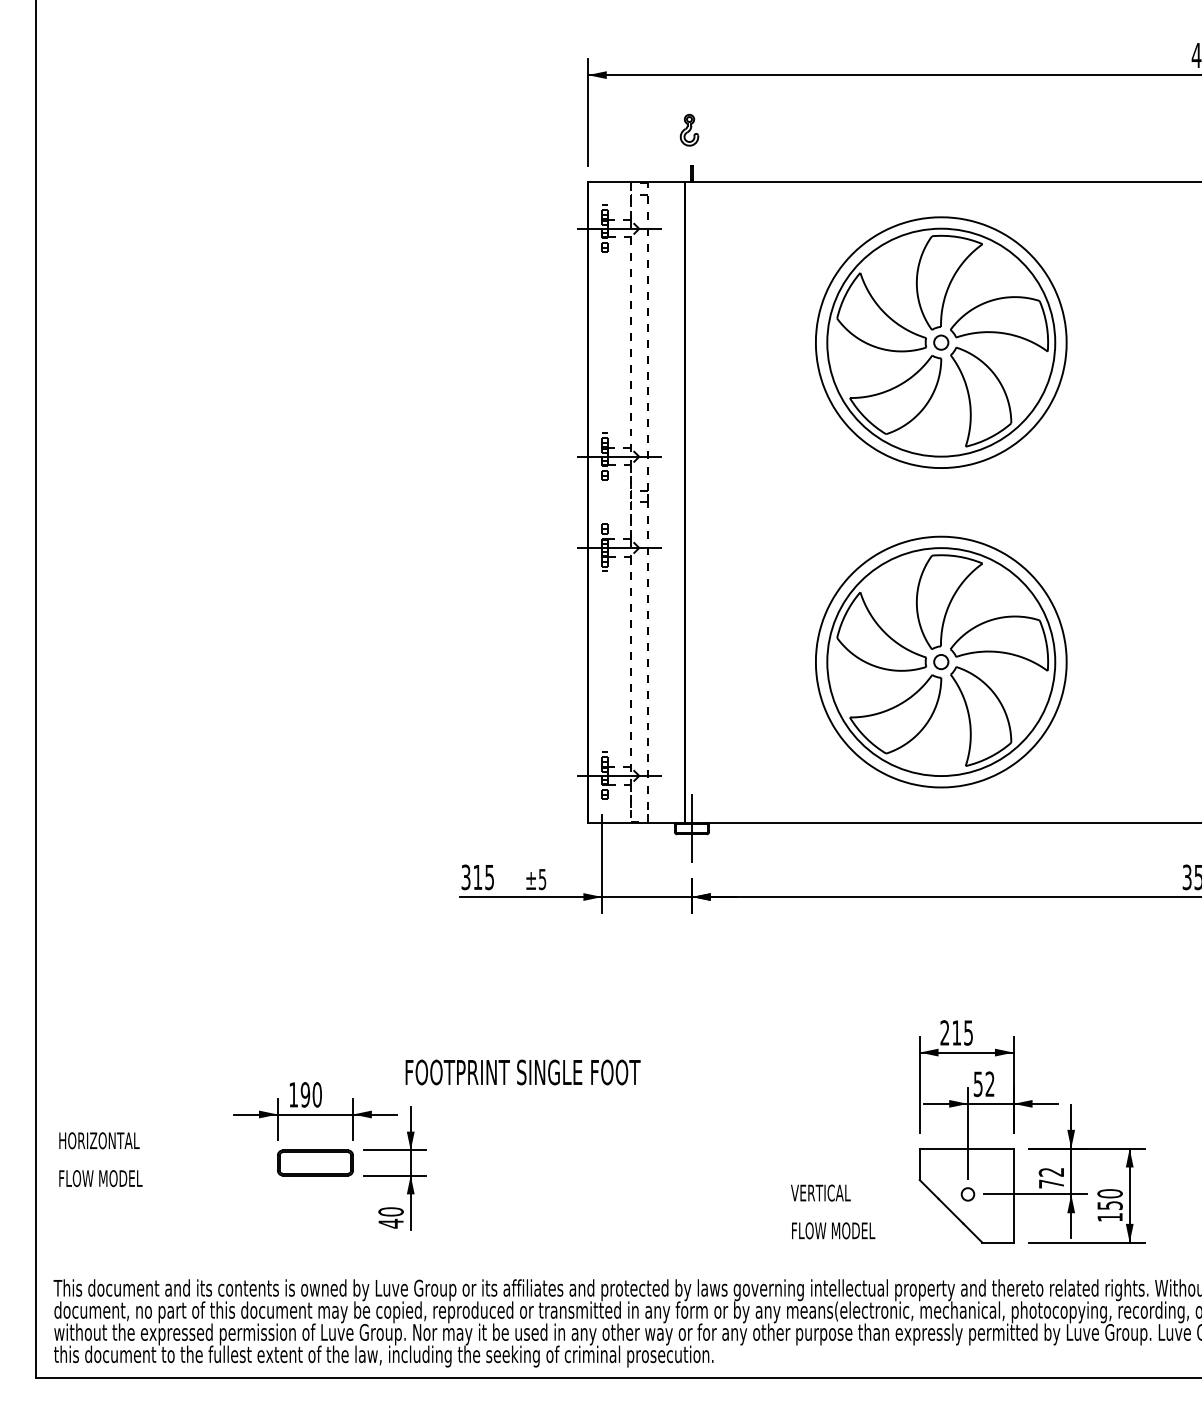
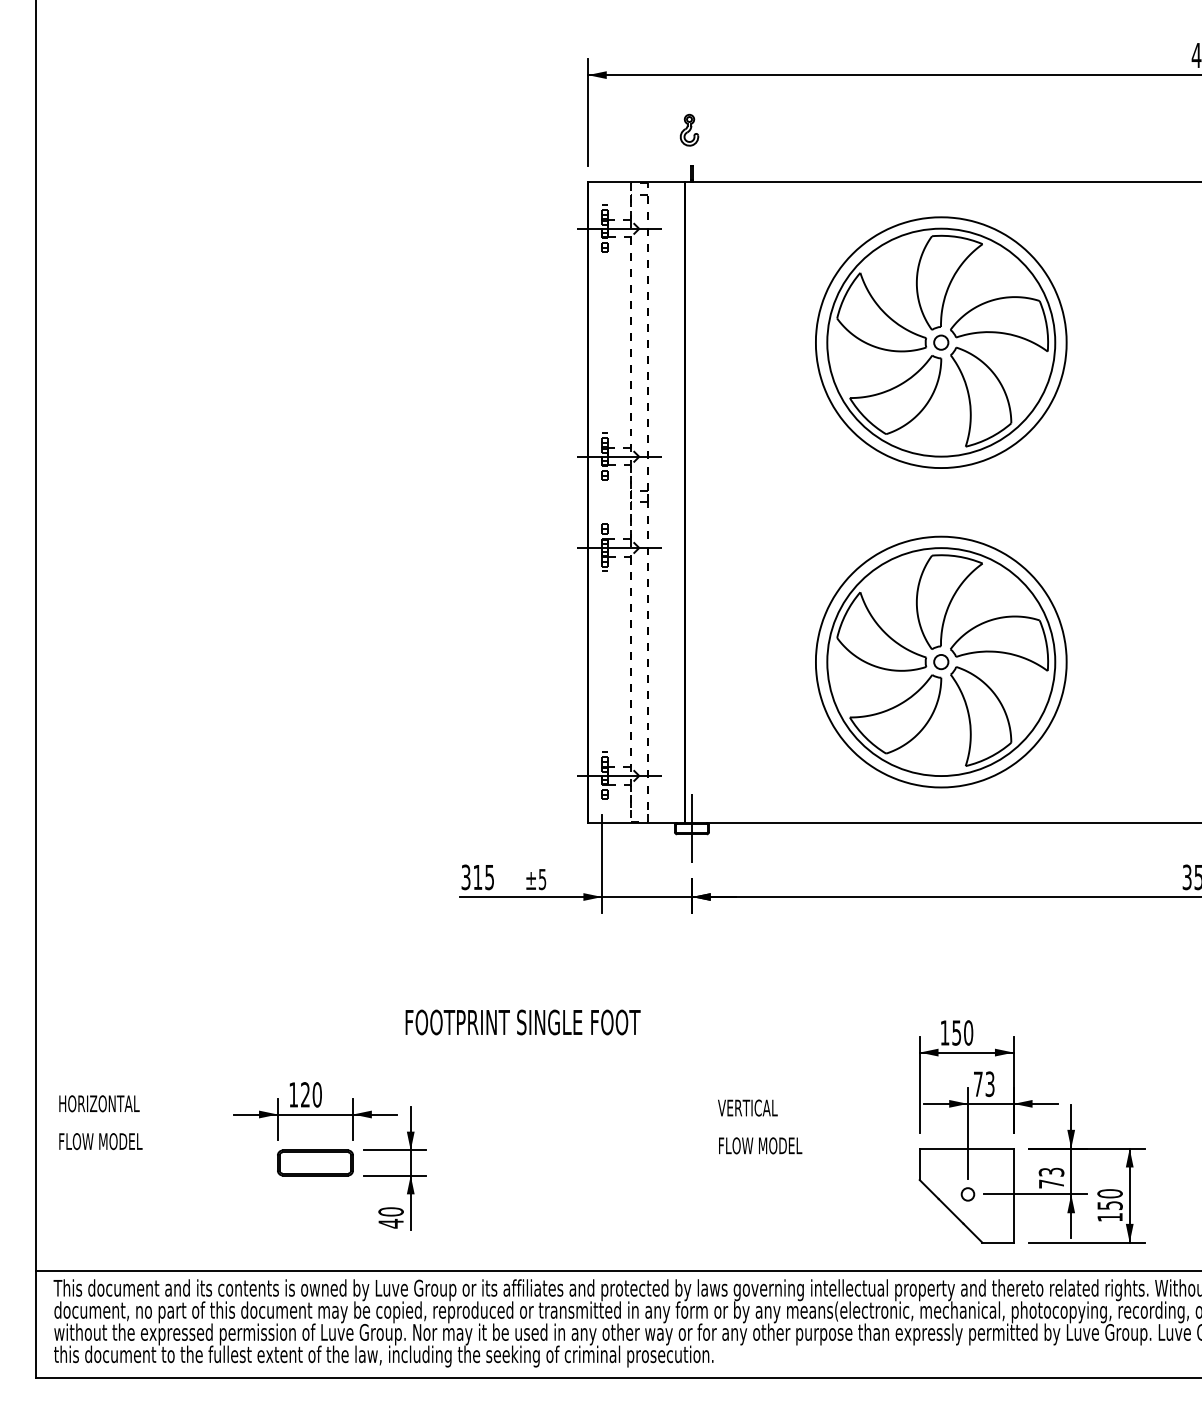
text at (956, 1032): 215 -> 150
text at (522, 1072) position: (522, 1072) -> (522, 1022)
text at (983, 1084): 52 -> 73
text at (305, 1094): 190 -> 120
text at (100, 1159) position: (100, 1159) -> (100, 1122)
text at (1051, 1171): 72 -> 73
text at (833, 1211) position: (833, 1211) -> (760, 1126)
line at (616, 1270): none -> present
